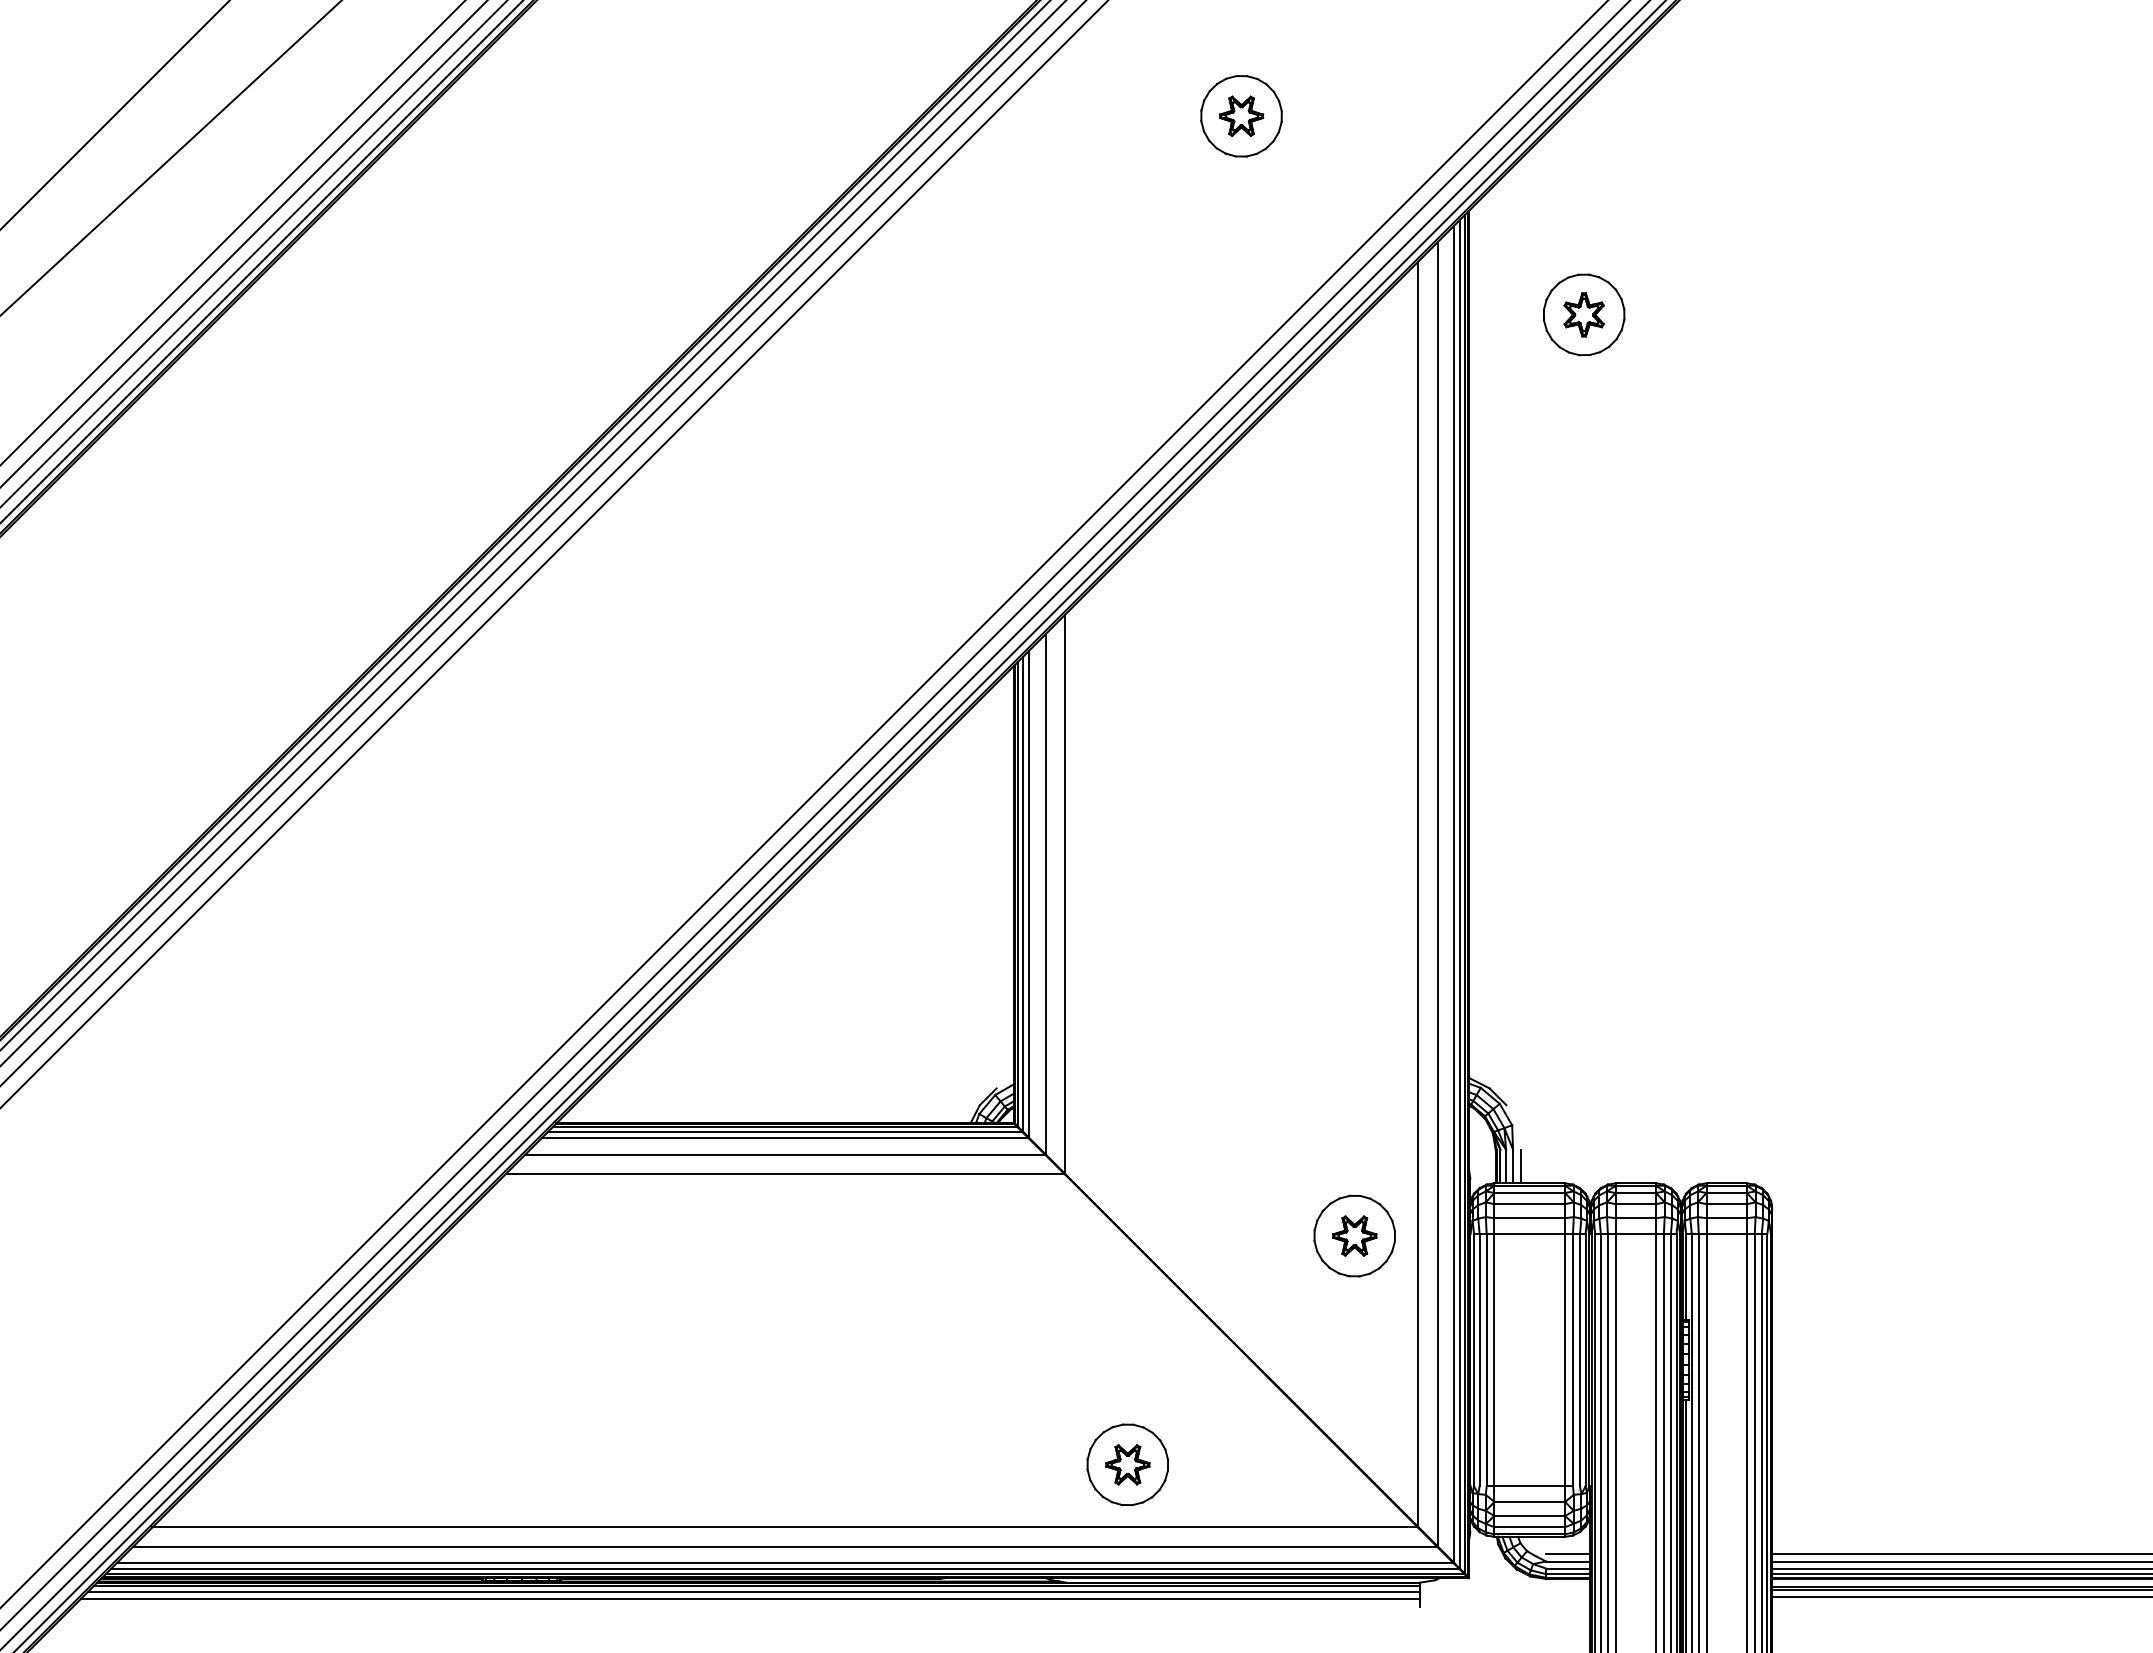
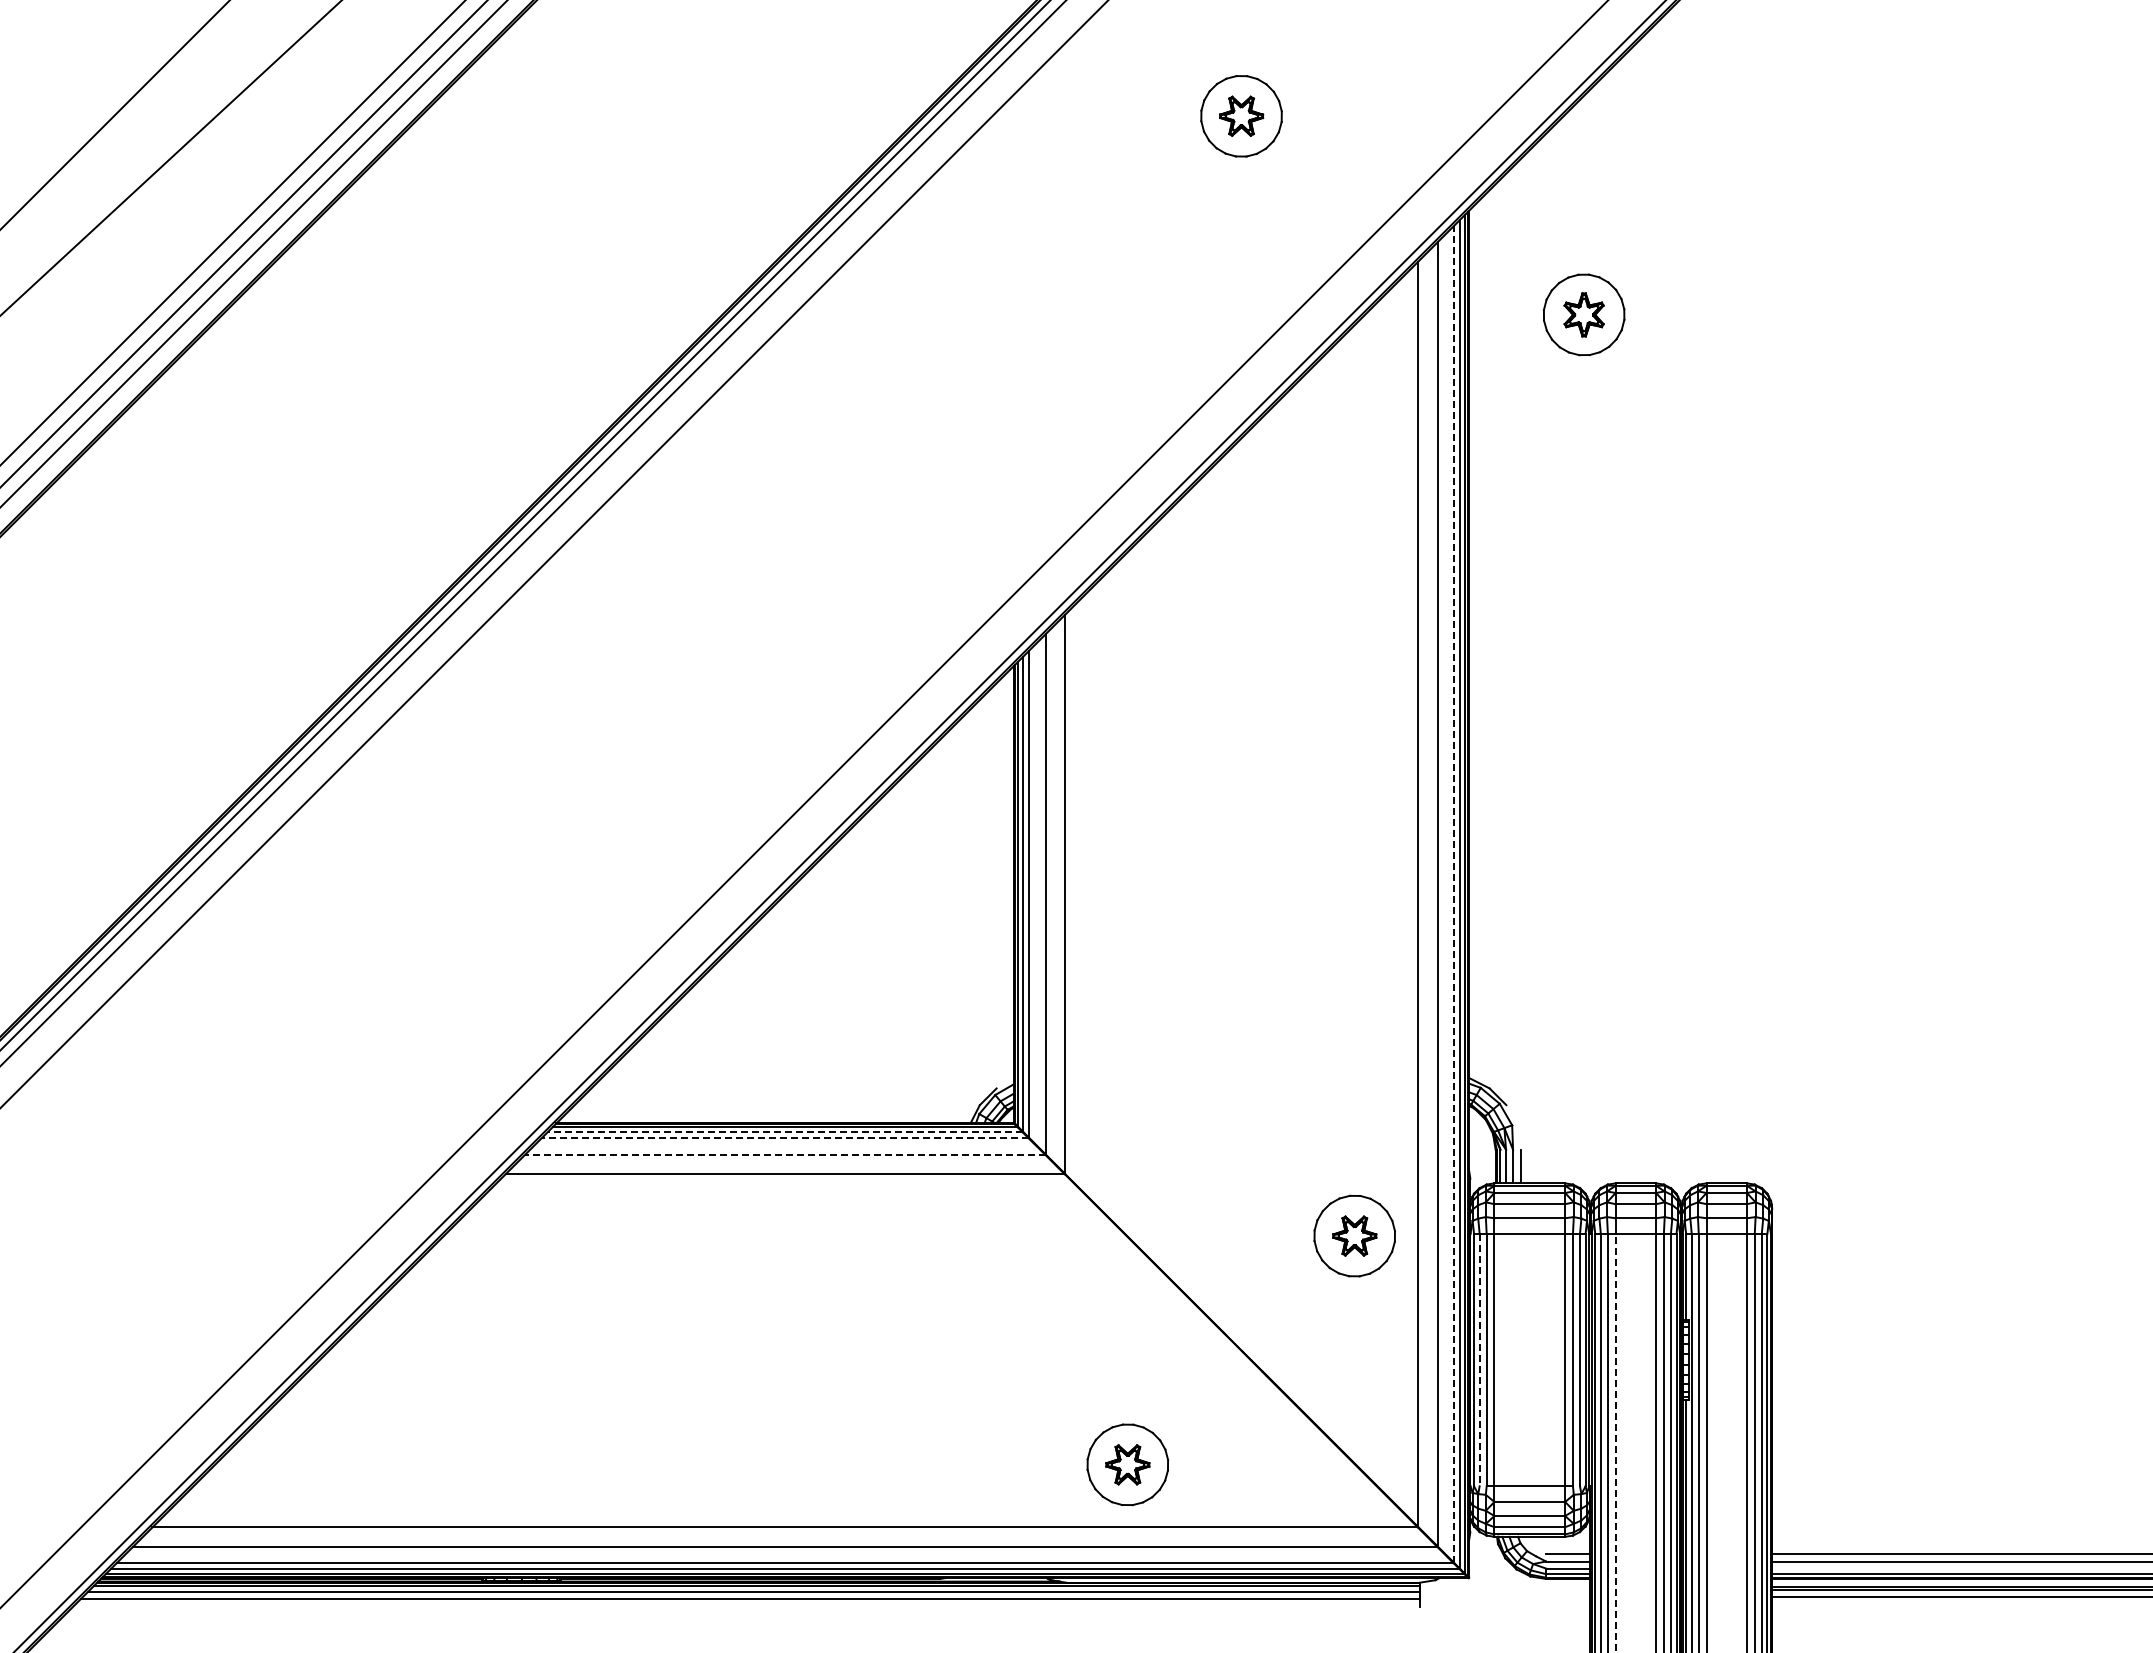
line at (261, 261): present -> none
line at (543, 543): present -> none
line at (815, 815): present -> none
line at (825, 824): present -> none
line at (1454, 894): solid -> dashed
line at (784, 1131): solid -> dashed
line at (785, 1138): solid -> dashed
line at (784, 1154): solid -> dashed
line at (1479, 1360): solid -> dashed
line at (1615, 1442): solid -> dashed
line at (1960, 1568): present -> none
